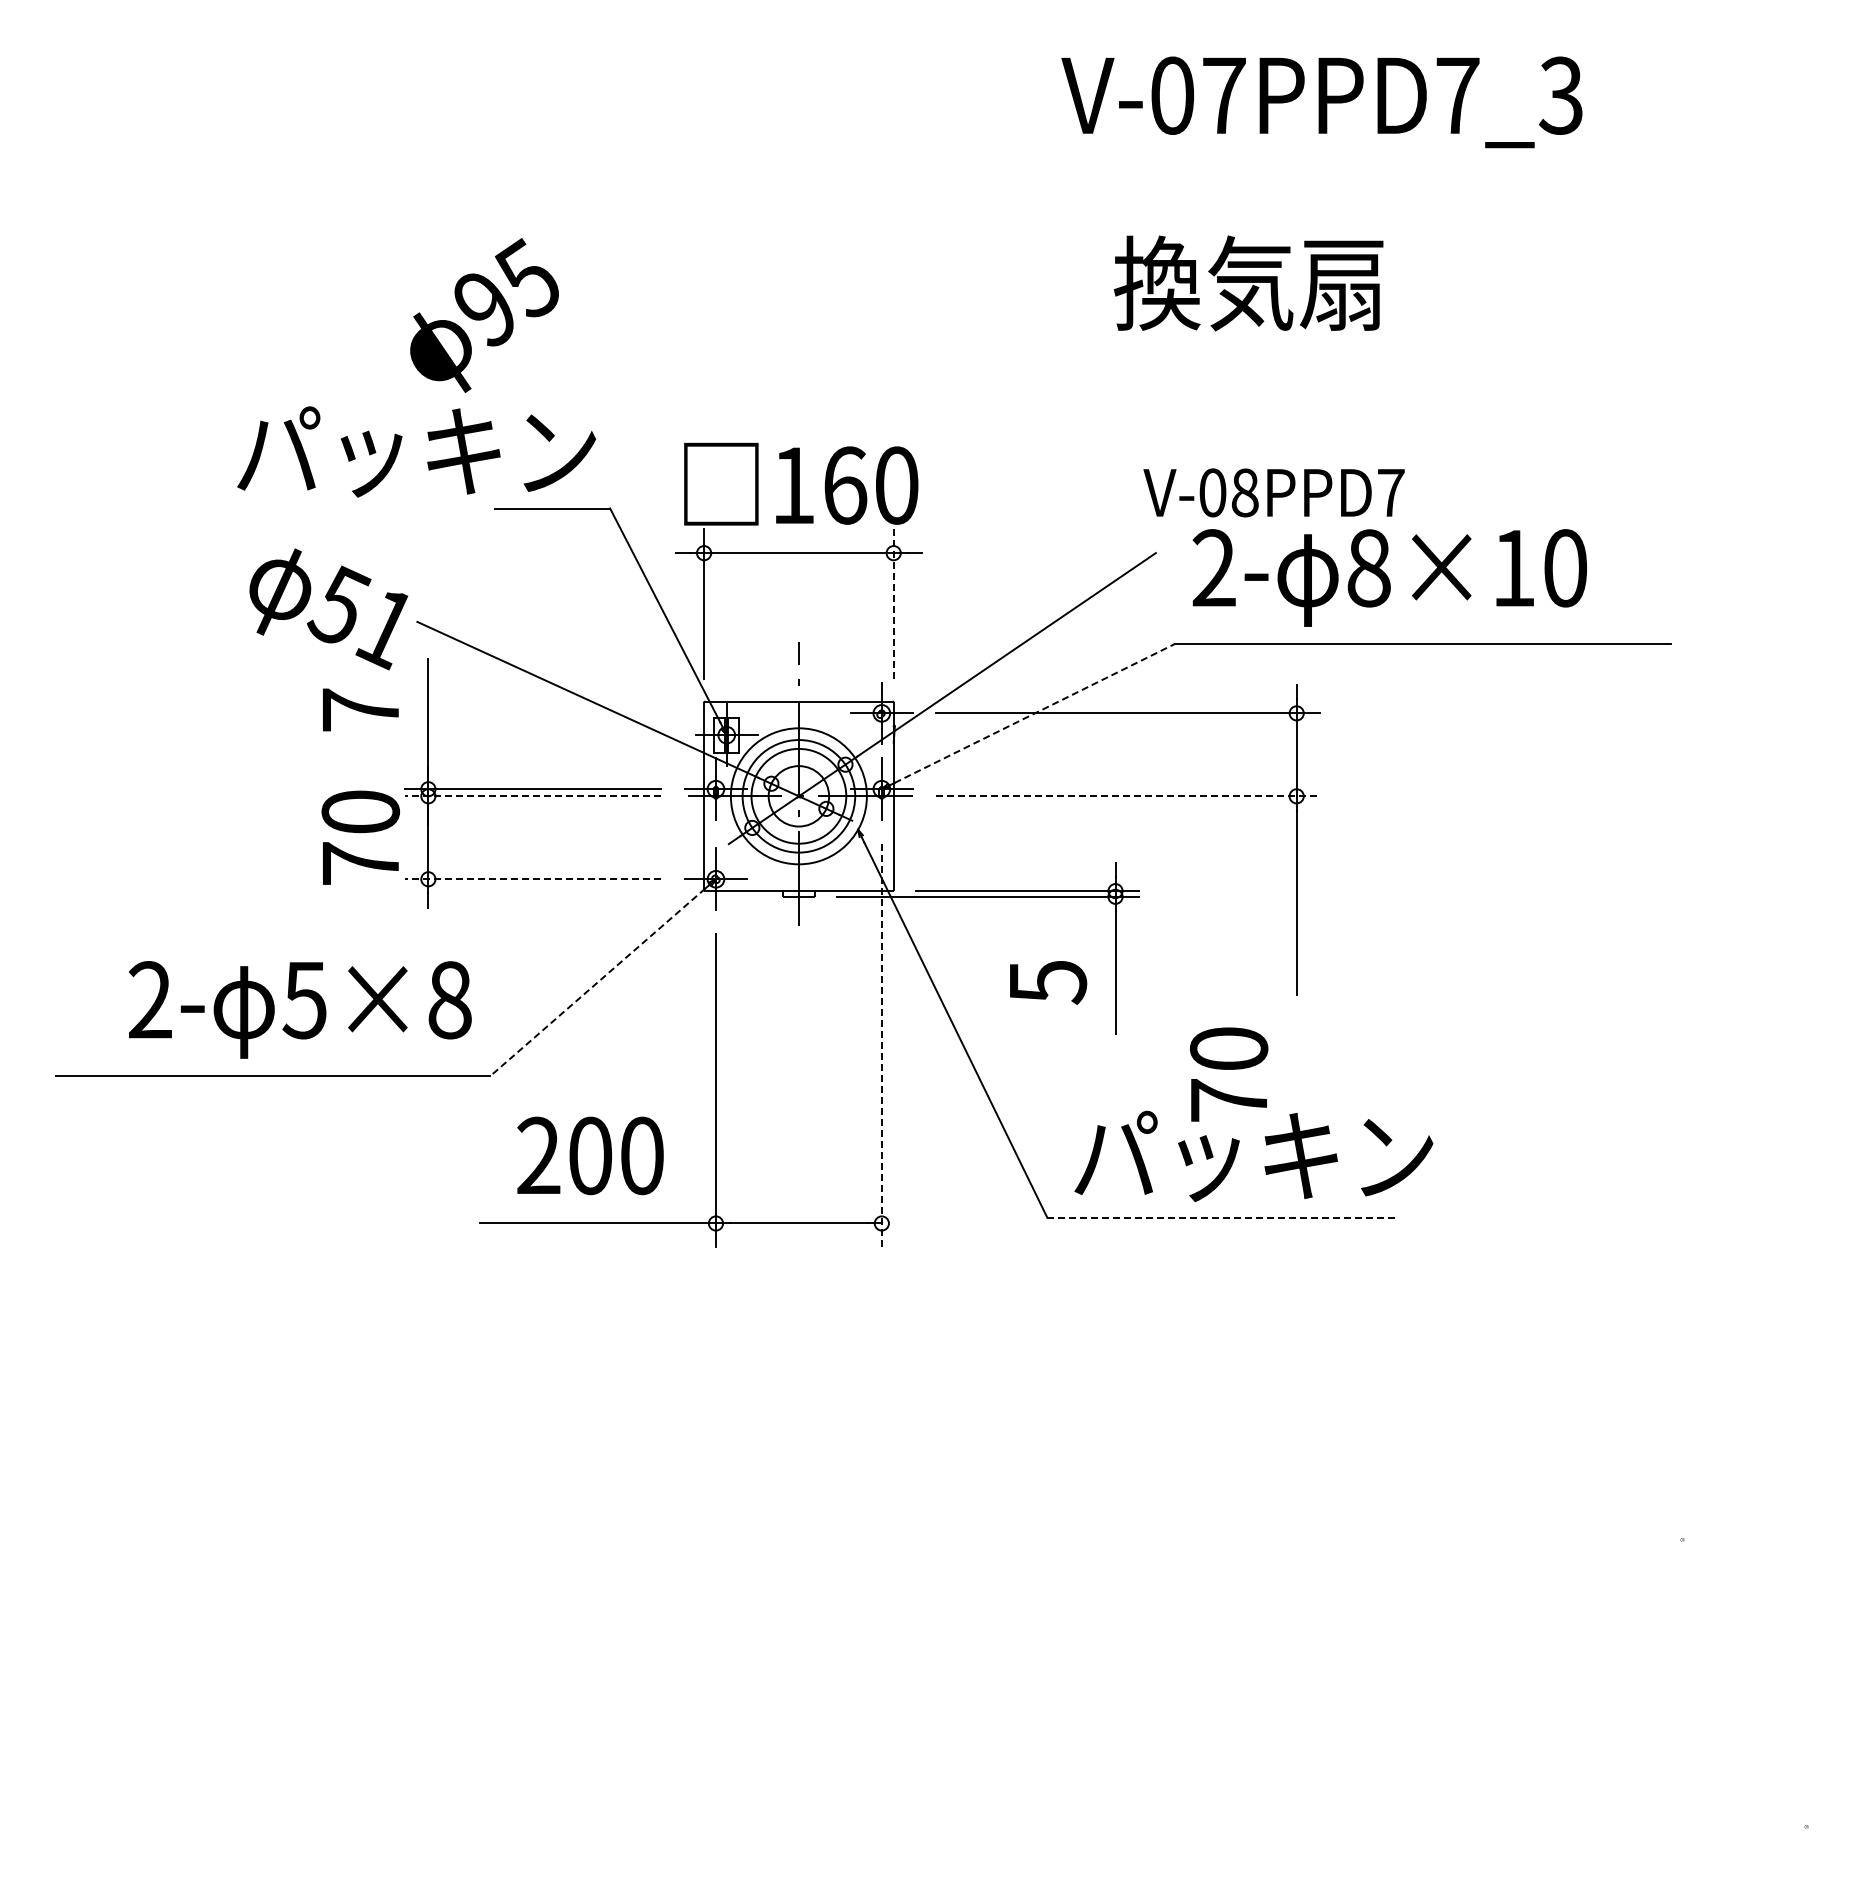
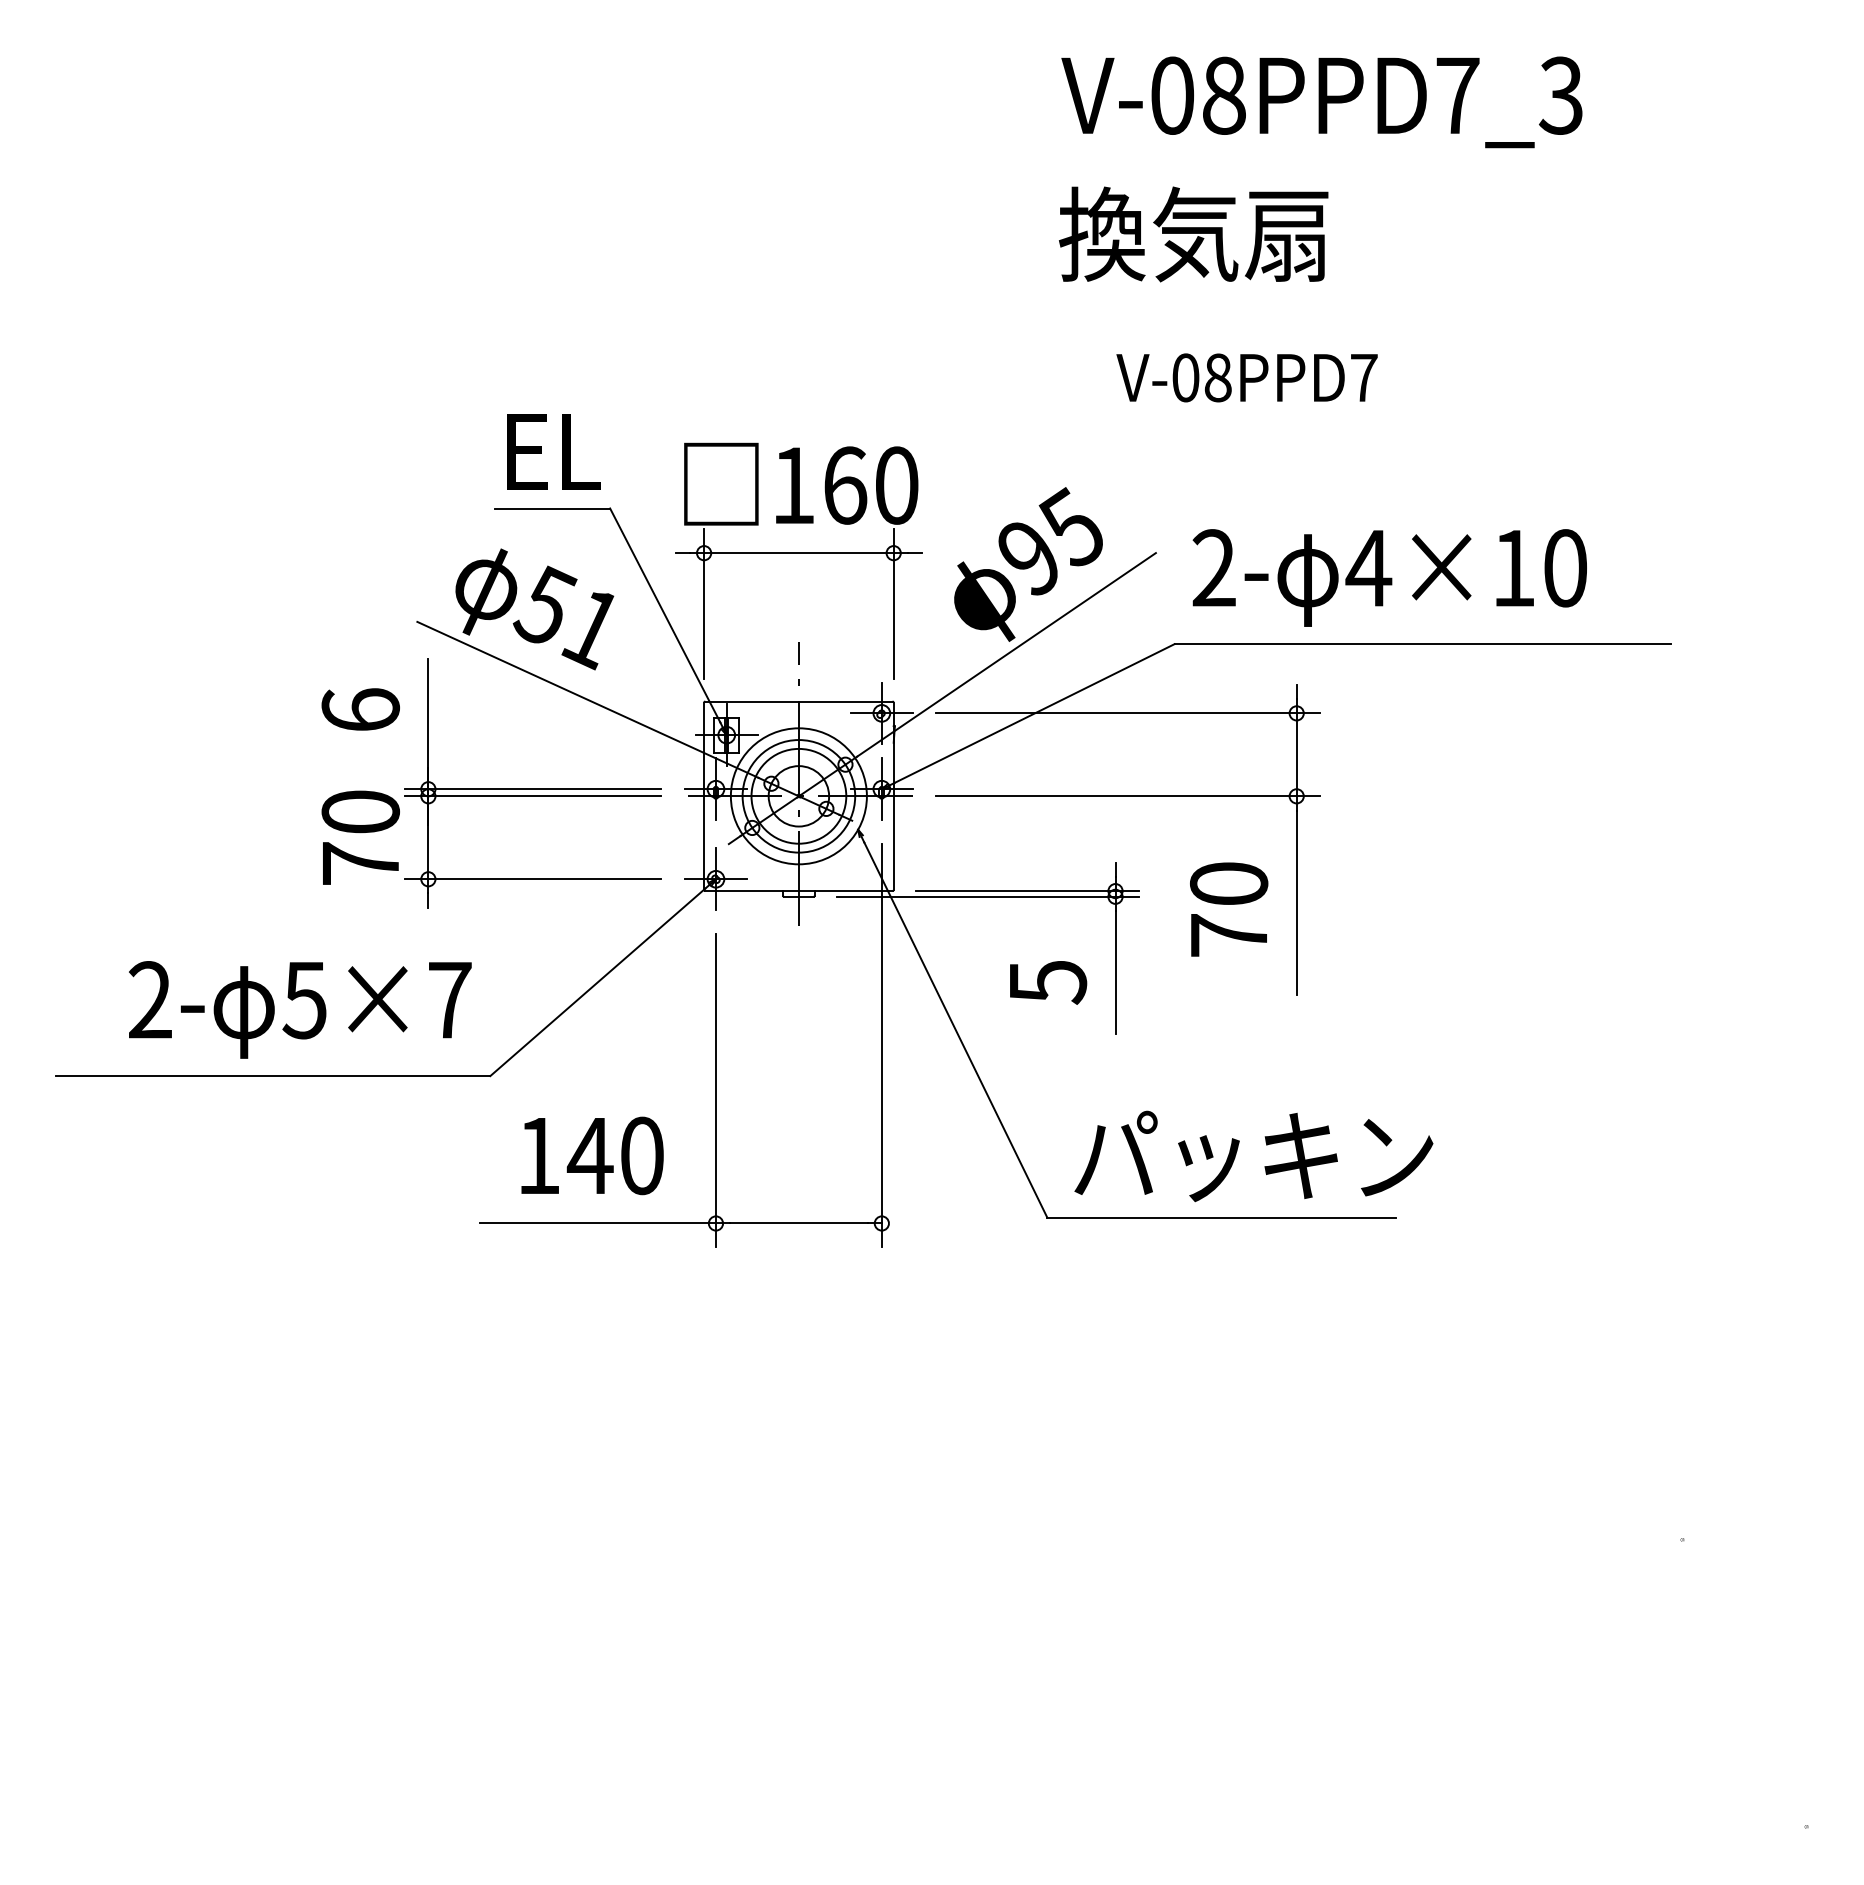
text at (1224, 95): V-07PPD7_3 -> V-08PPD7_3
text at (1248, 283) position: (1248, 283) -> (1193, 234)
text at (484, 315) position: (484, 315) -> (1028, 564)
text at (418, 451): パッキン -> EL
text at (1273, 492) position: (1273, 492) -> (1246, 377)
text at (1368, 568): 8×10 -> 4×10
line at (893, 604): dashed -> solid
text at (328, 609) position: (328, 609) -> (534, 609)
text at (360, 709): 7 -> 6
line at (1035, 713): dashed -> solid
line at (532, 796): dashed -> solid
line at (1128, 796): dashed -> solid
line at (532, 879): dashed -> solid
line at (597, 982): dashed -> solid
text at (449, 1000): 5×8 -> 5×7
line at (881, 1045): dashed -> solid
text at (1229, 1074) position: (1229, 1074) -> (1229, 909)
text at (565, 1155): 200 -> 140
line at (1222, 1217): dashed -> solid
